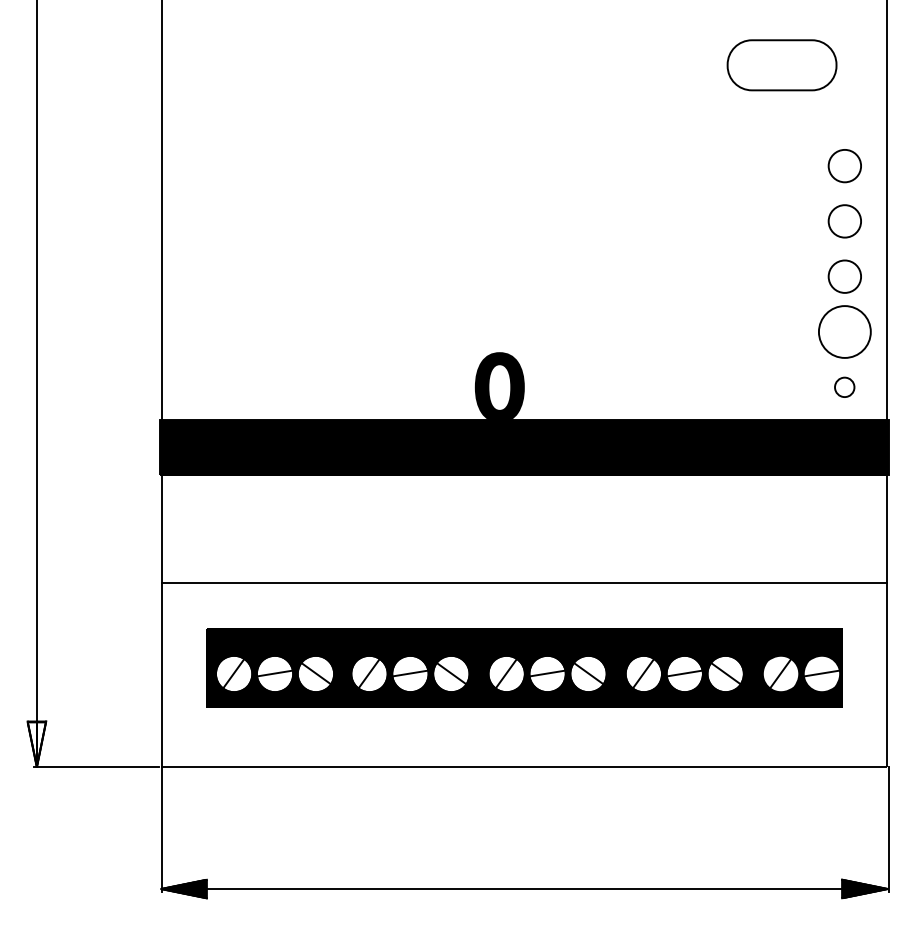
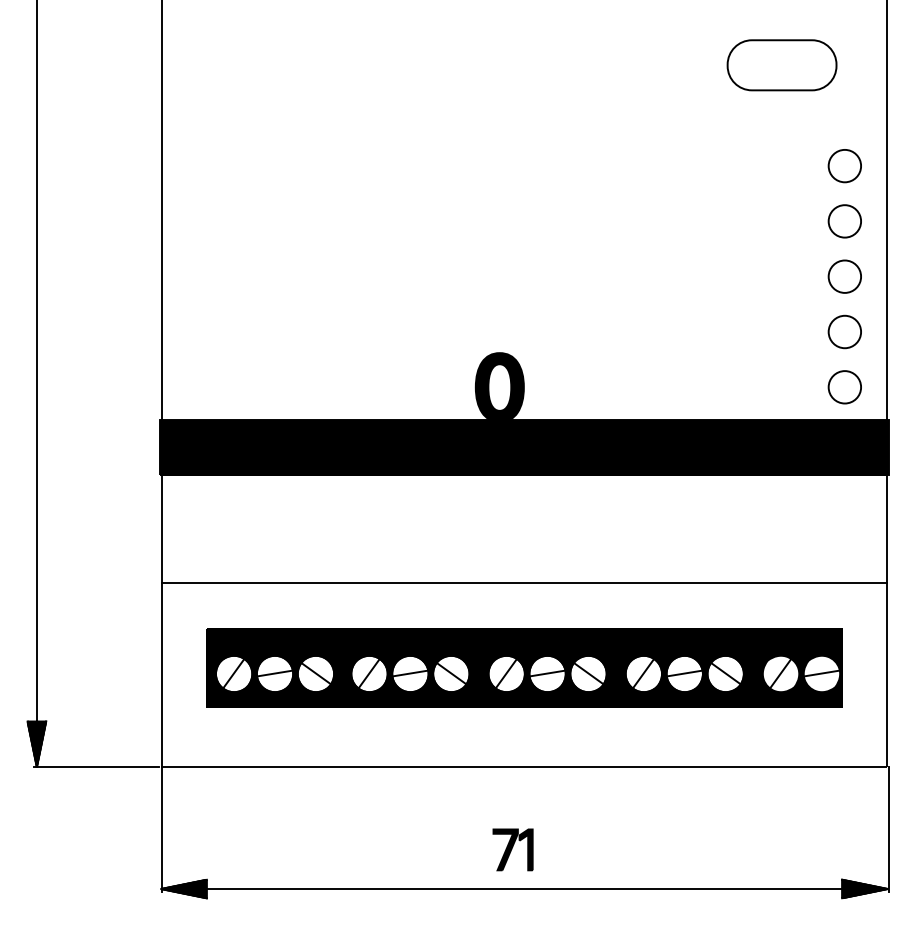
circle at (844, 331) diameter: 52 px -> 32 px
circle at (844, 386) size: 22x22 px -> 35x35 px
fill at (36, 744): none -> present
part at (512, 849): none -> present
